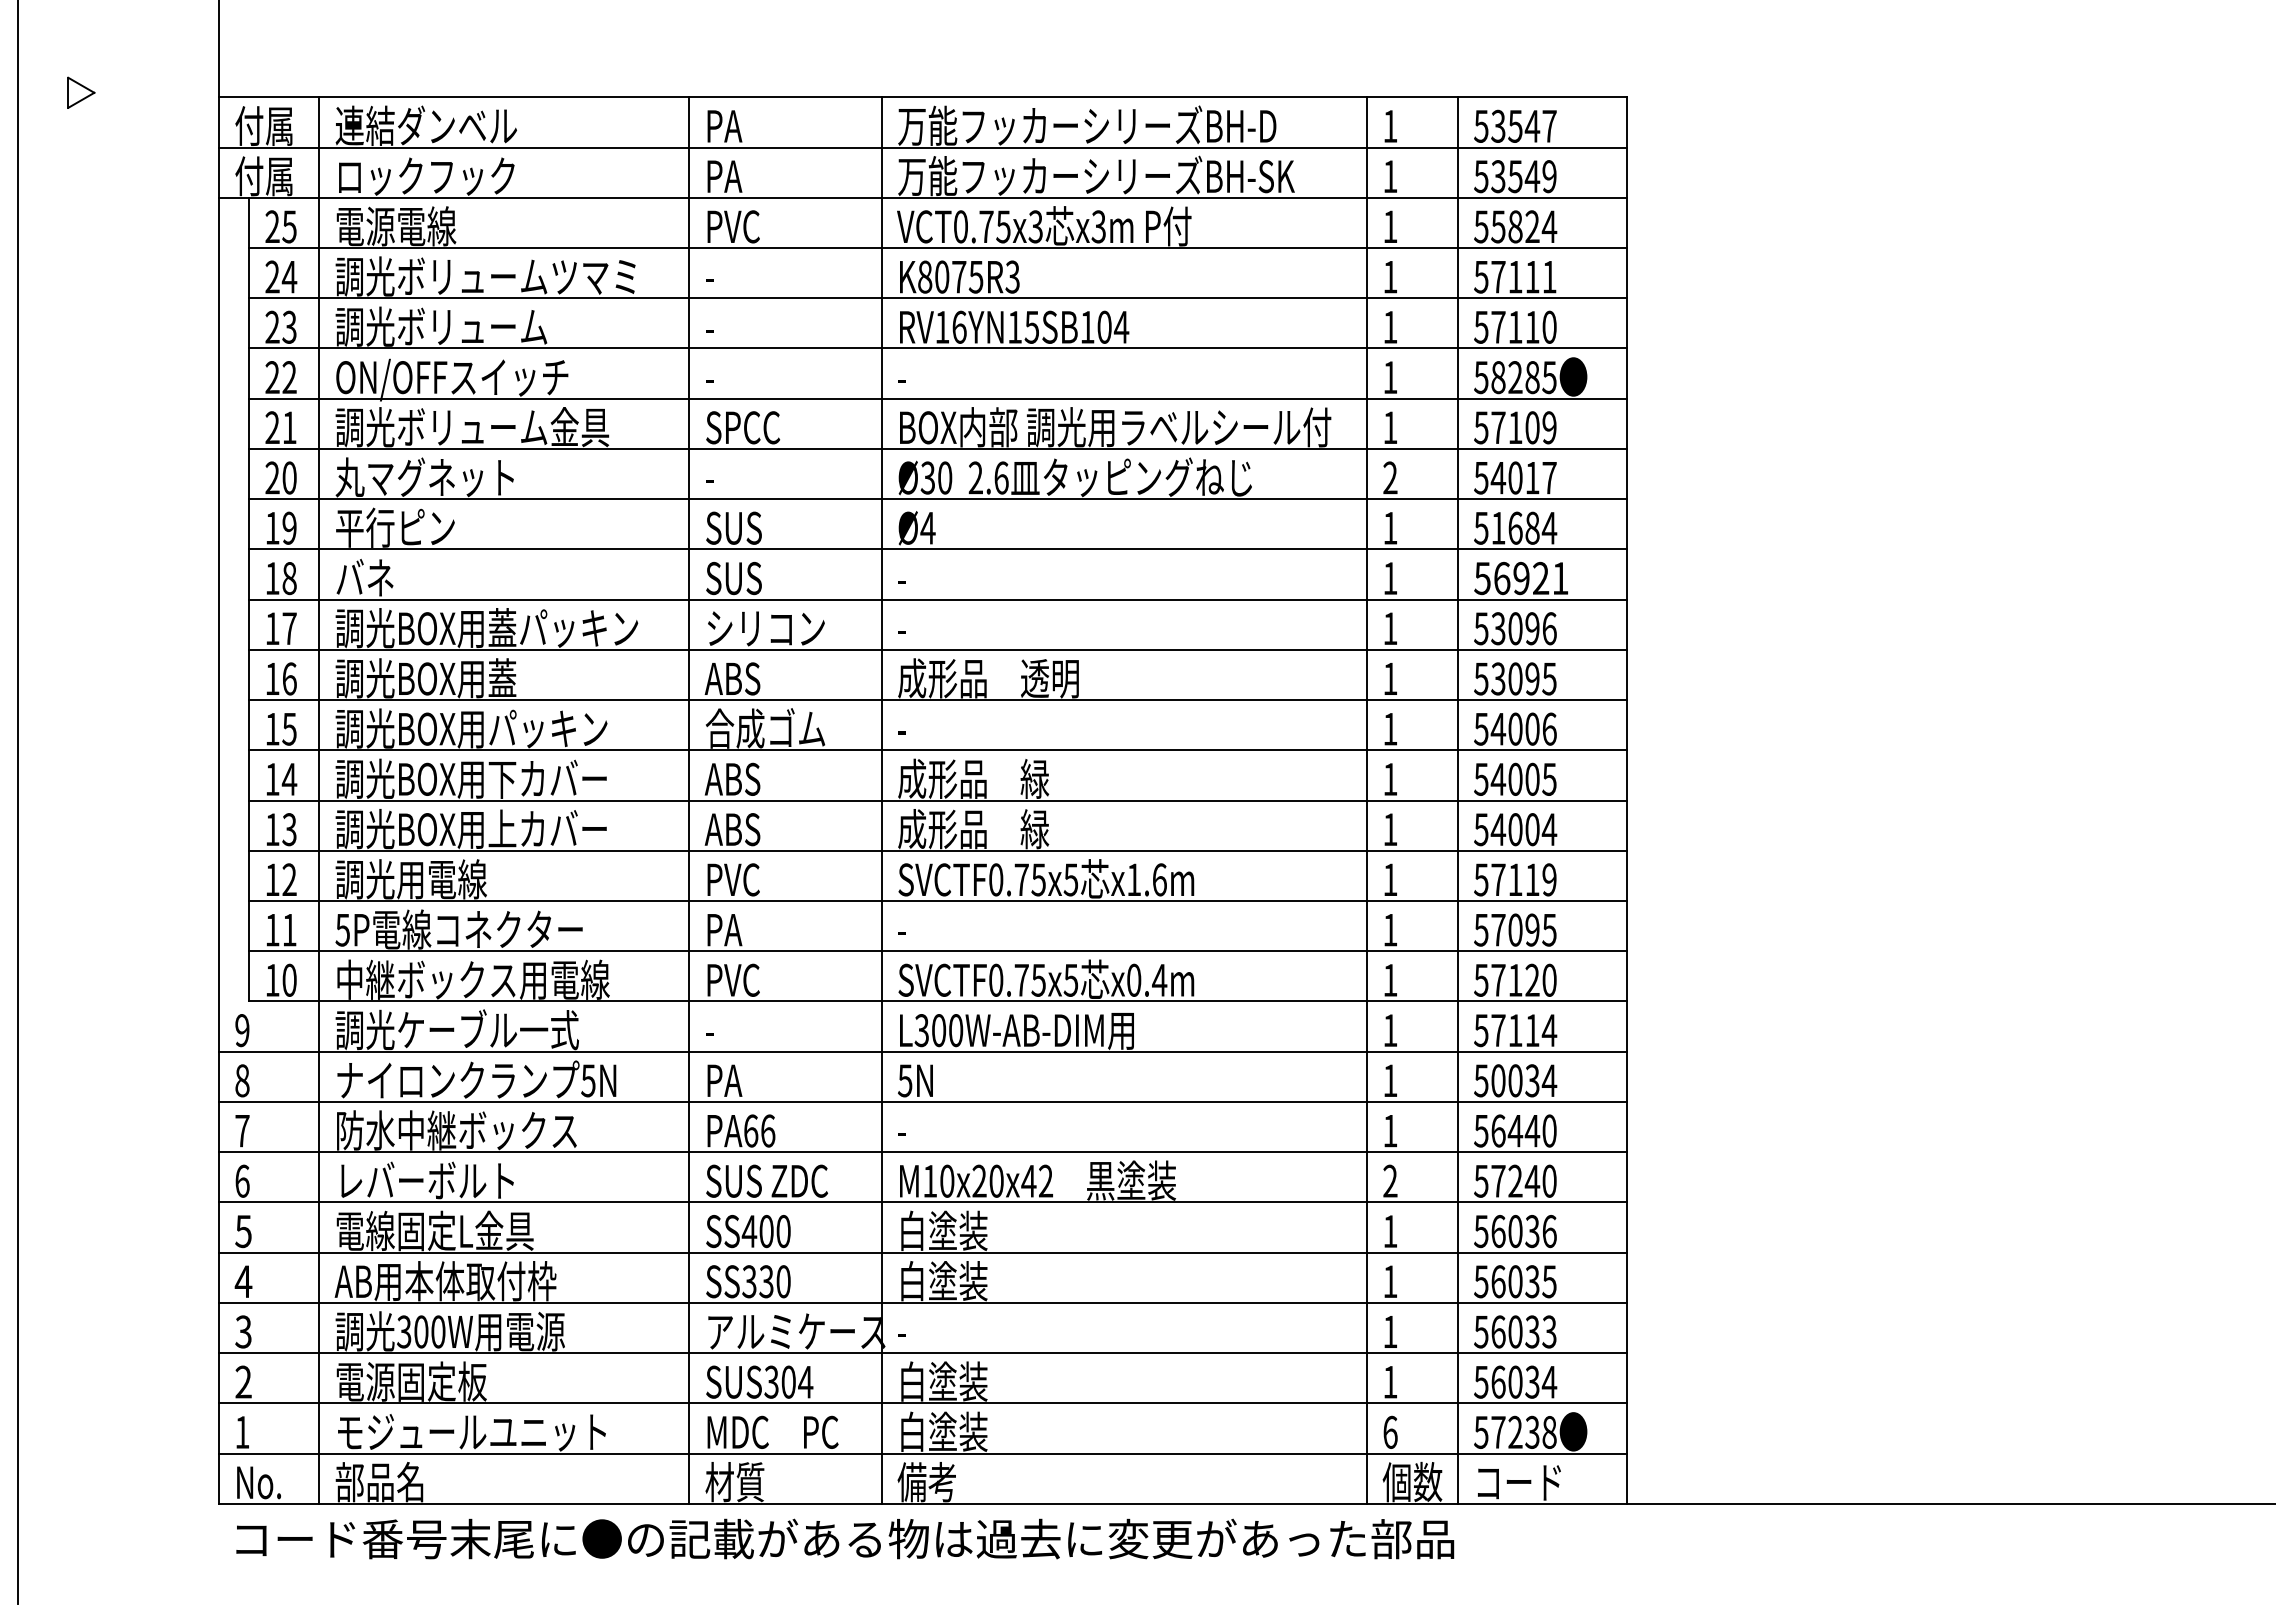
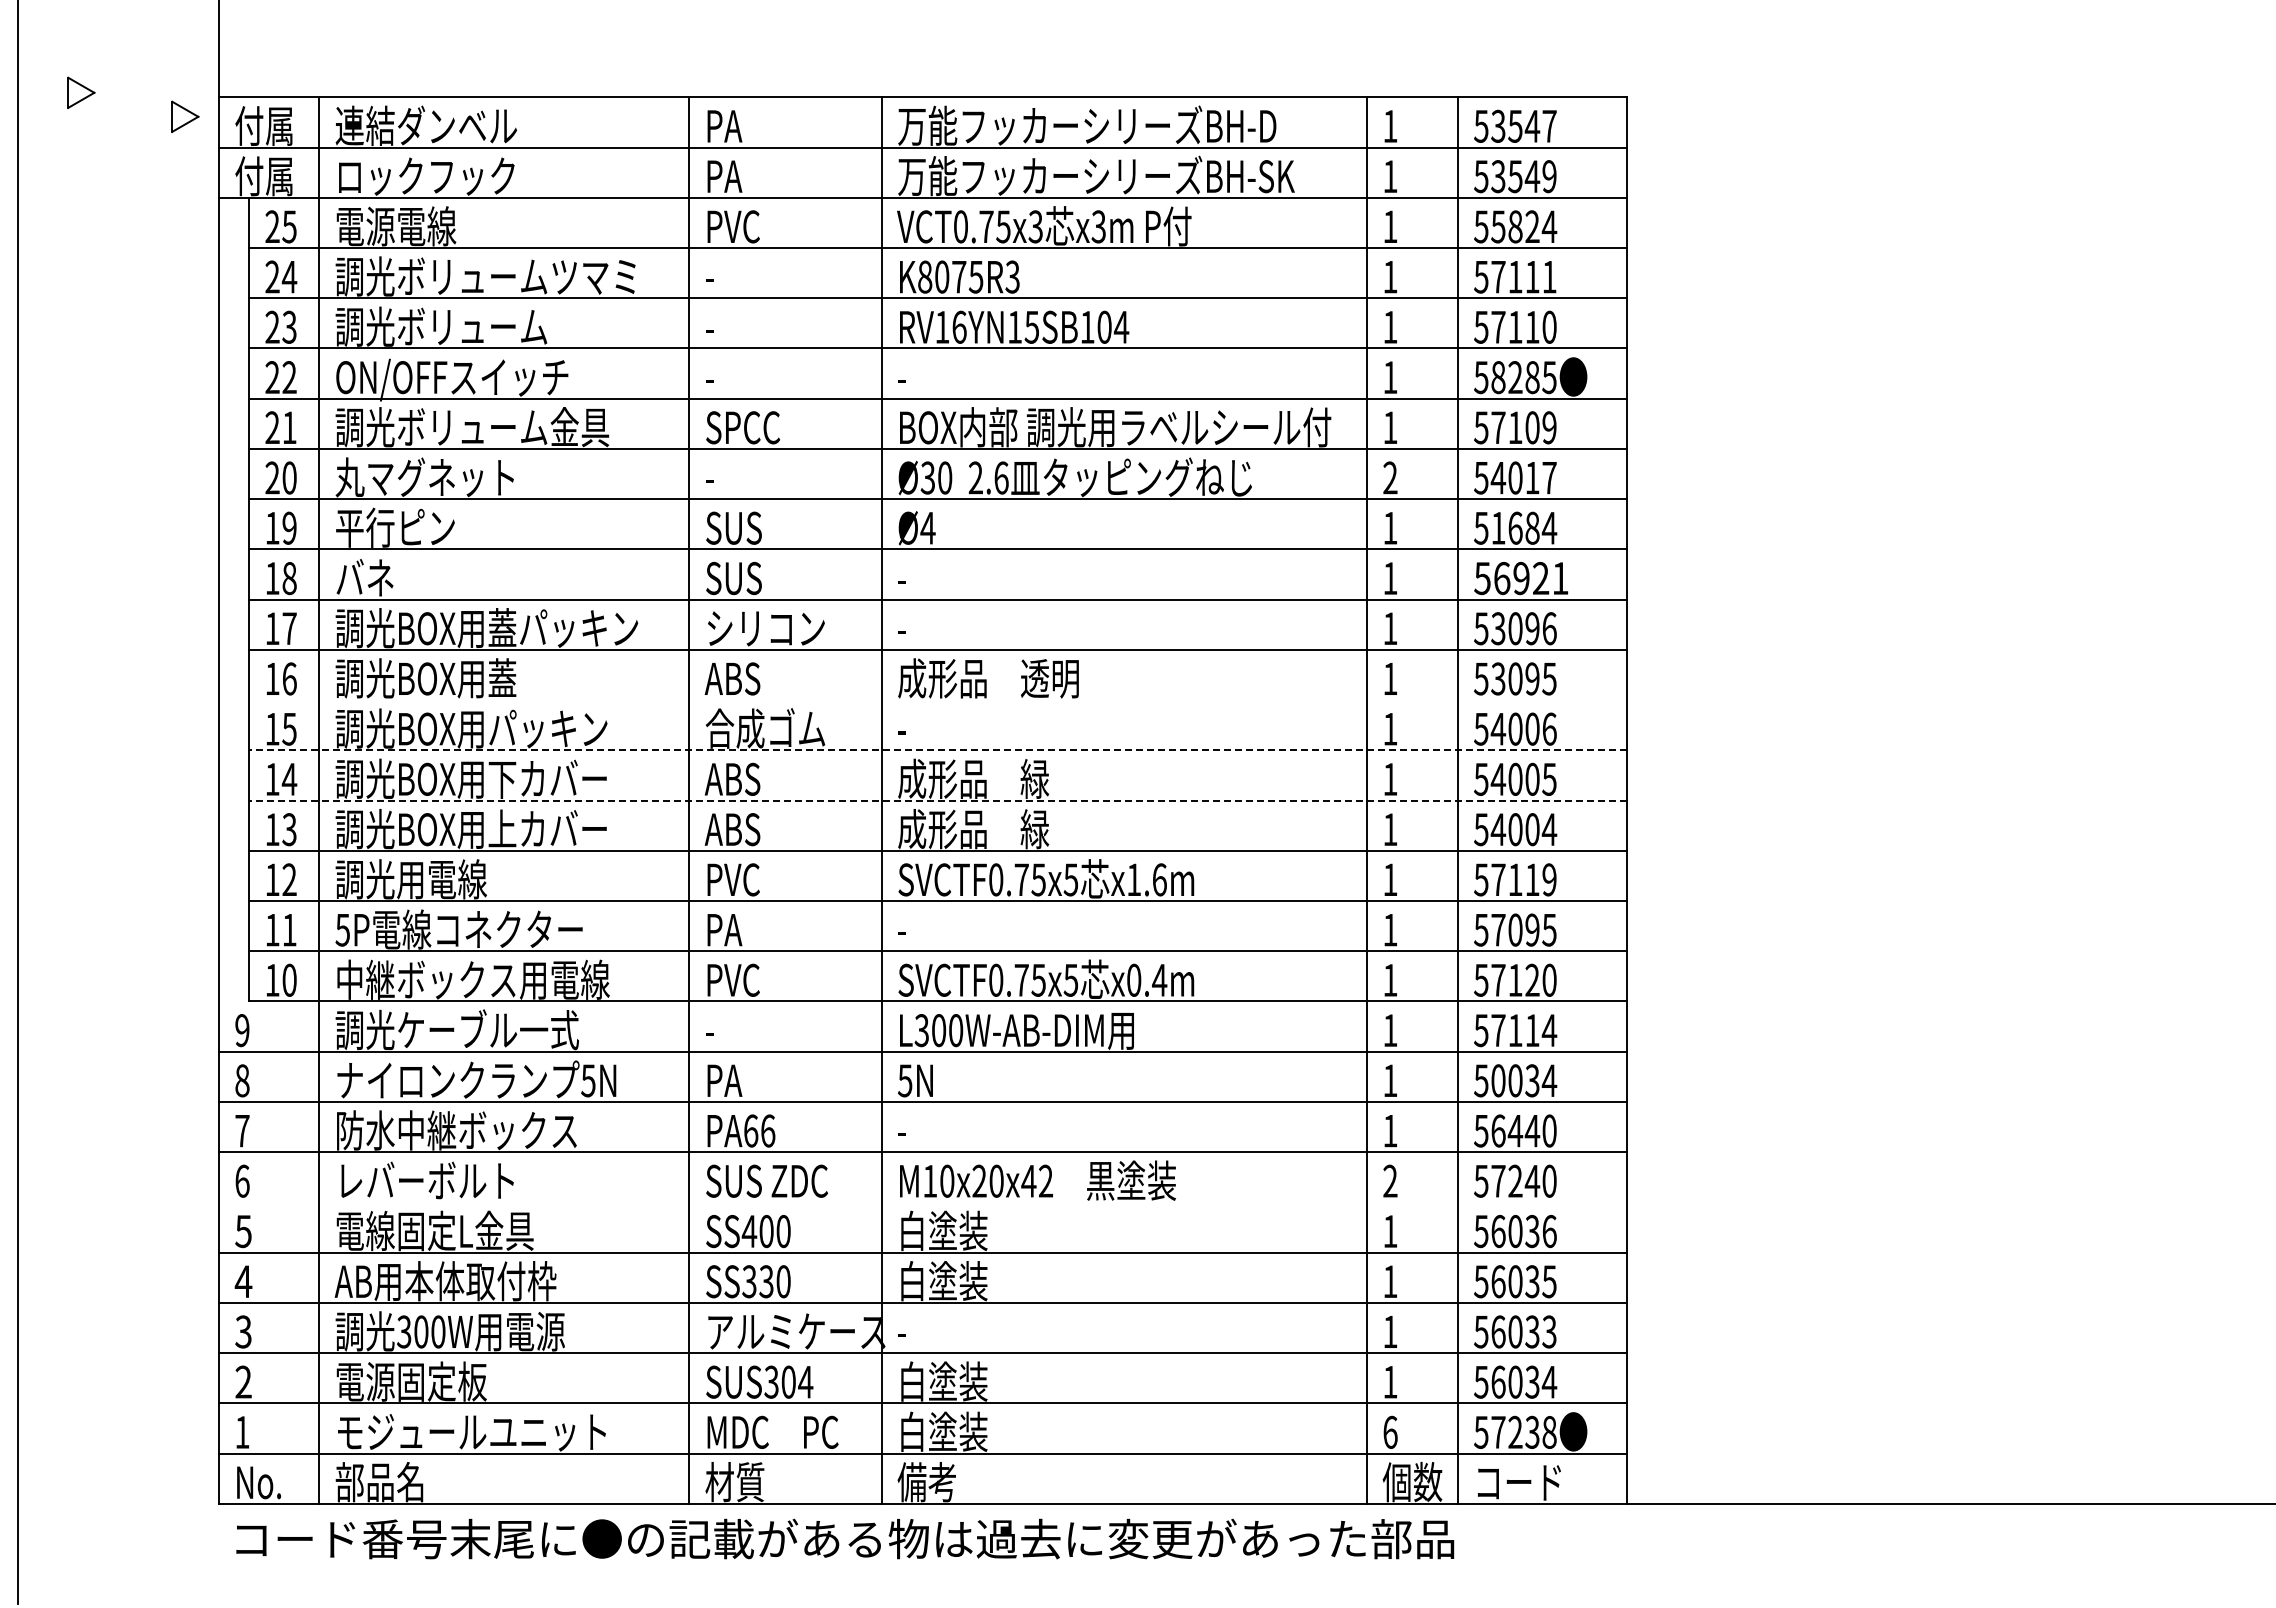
part at (185, 116): none -> present
line at (937, 700): present -> none
line at (937, 750): solid -> dashed
line at (937, 800): solid -> dashed
line at (922, 1202): present -> none
